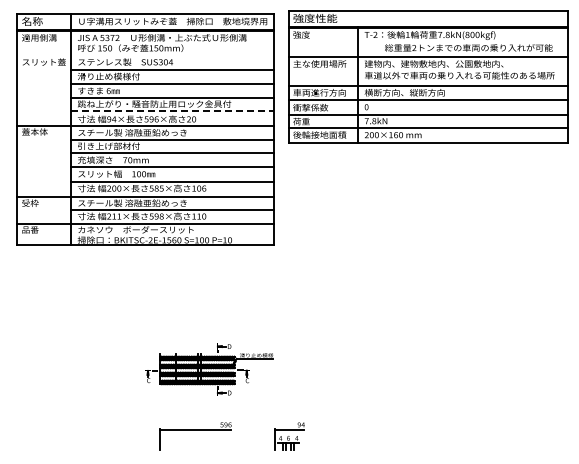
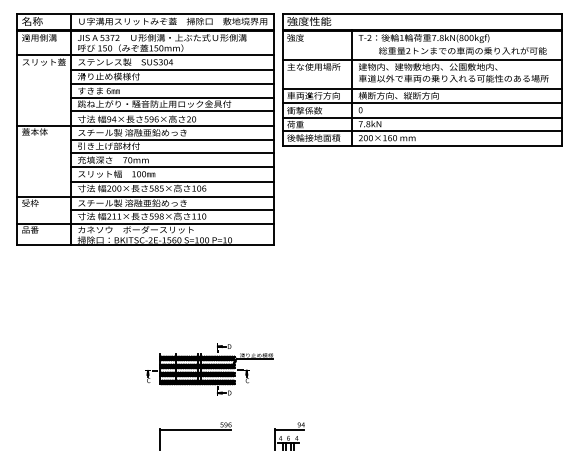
line at (145, 55): none -> present
part at (428, 76) position: (428, 76) -> (422, 79)
line at (172, 111): dashed -> solid
